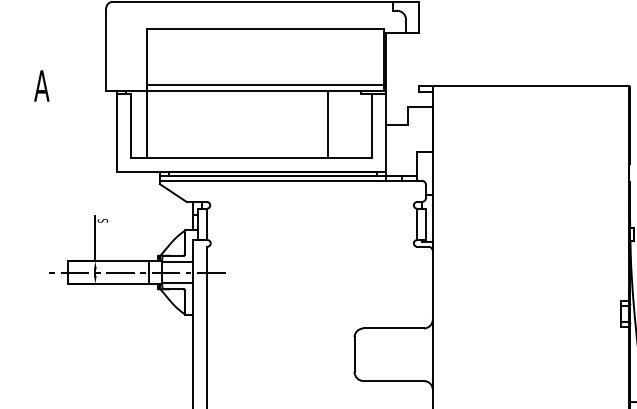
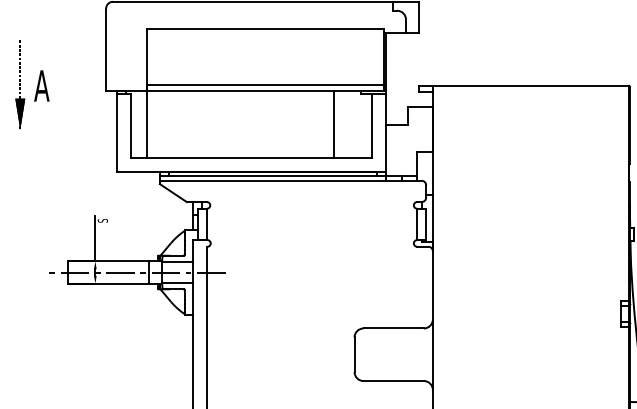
part at (20, 84): none -> present
line at (328, 124) position: (328, 124) -> (334, 124)
